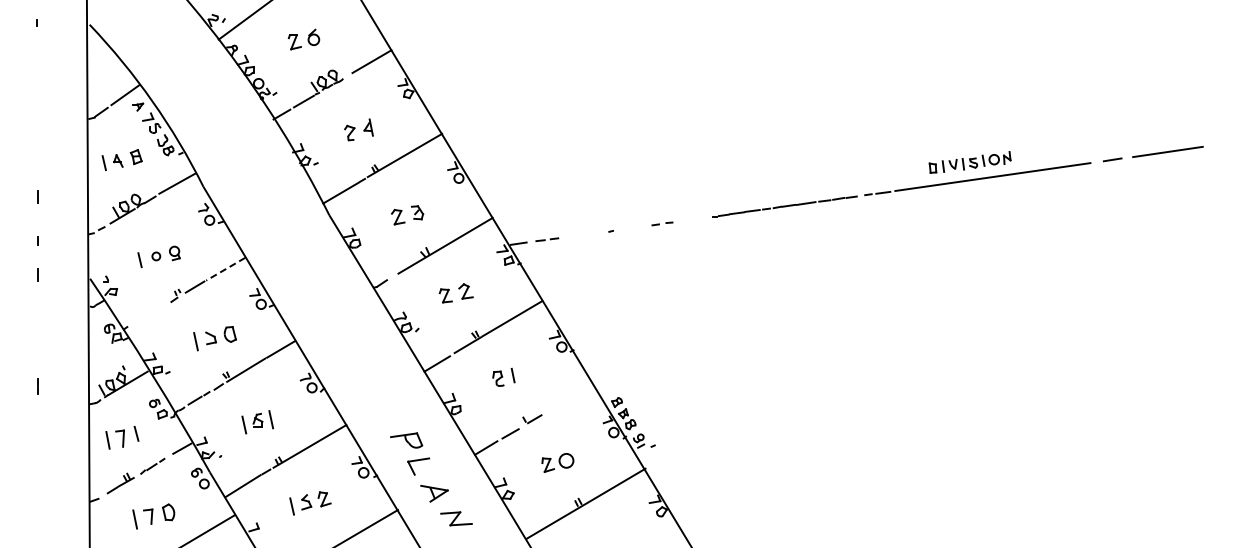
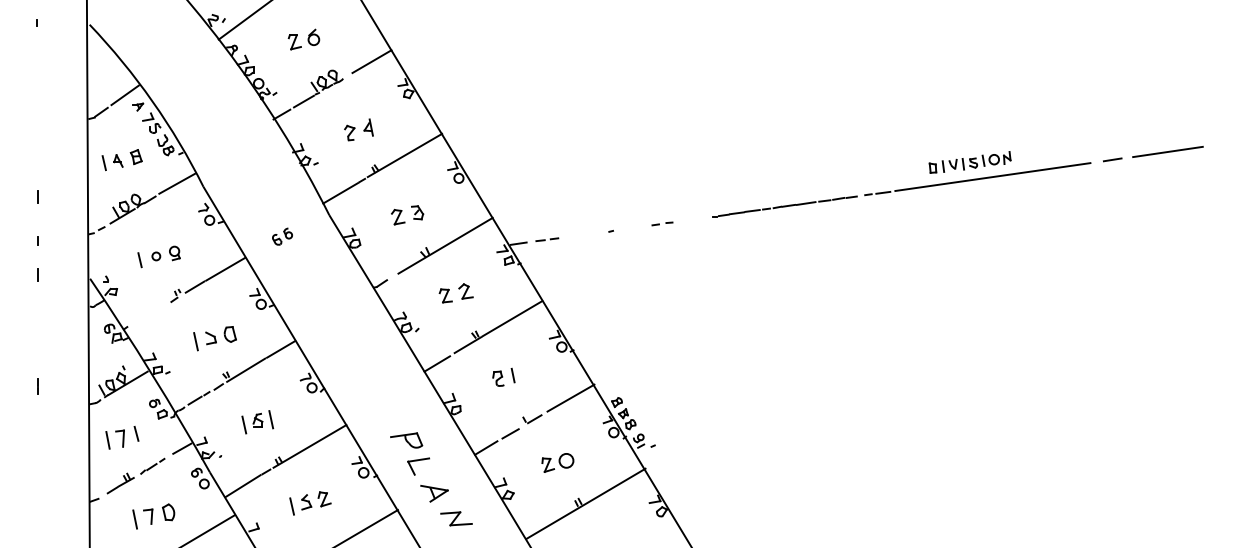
part at (282, 236): none -> present
line at (225, 269): dashed -> solid
line at (570, 397): none -> present
